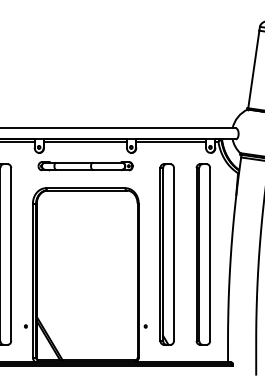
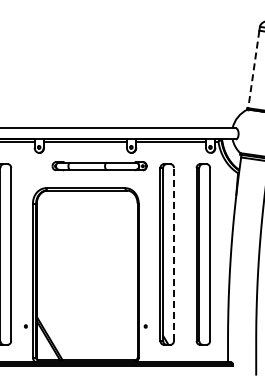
line at (253, 69): solid -> dashed
part at (85, 166) position: (85, 166) -> (99, 166)
line at (173, 253): solid -> dashed
